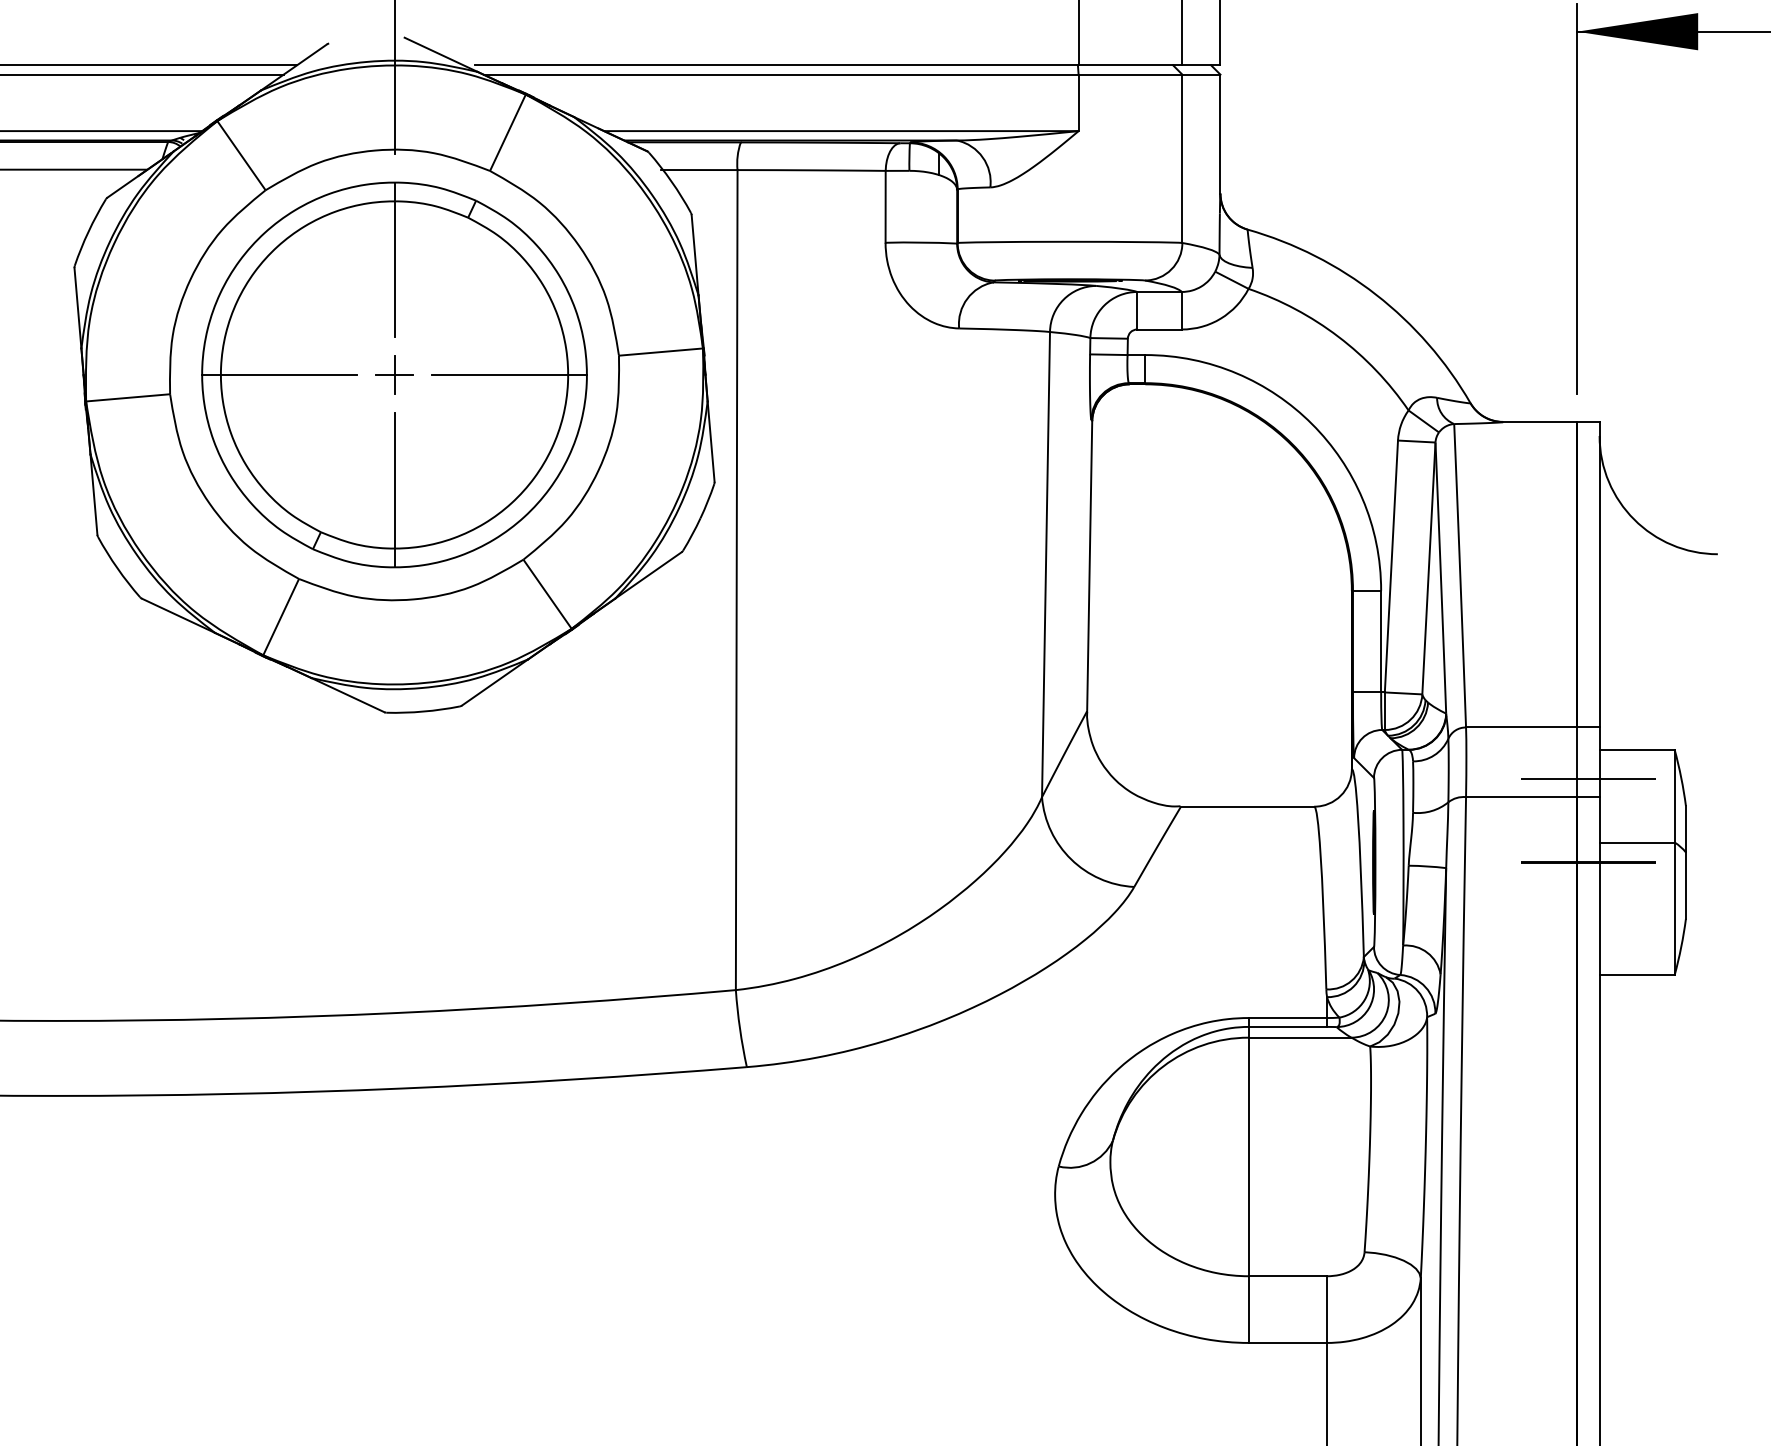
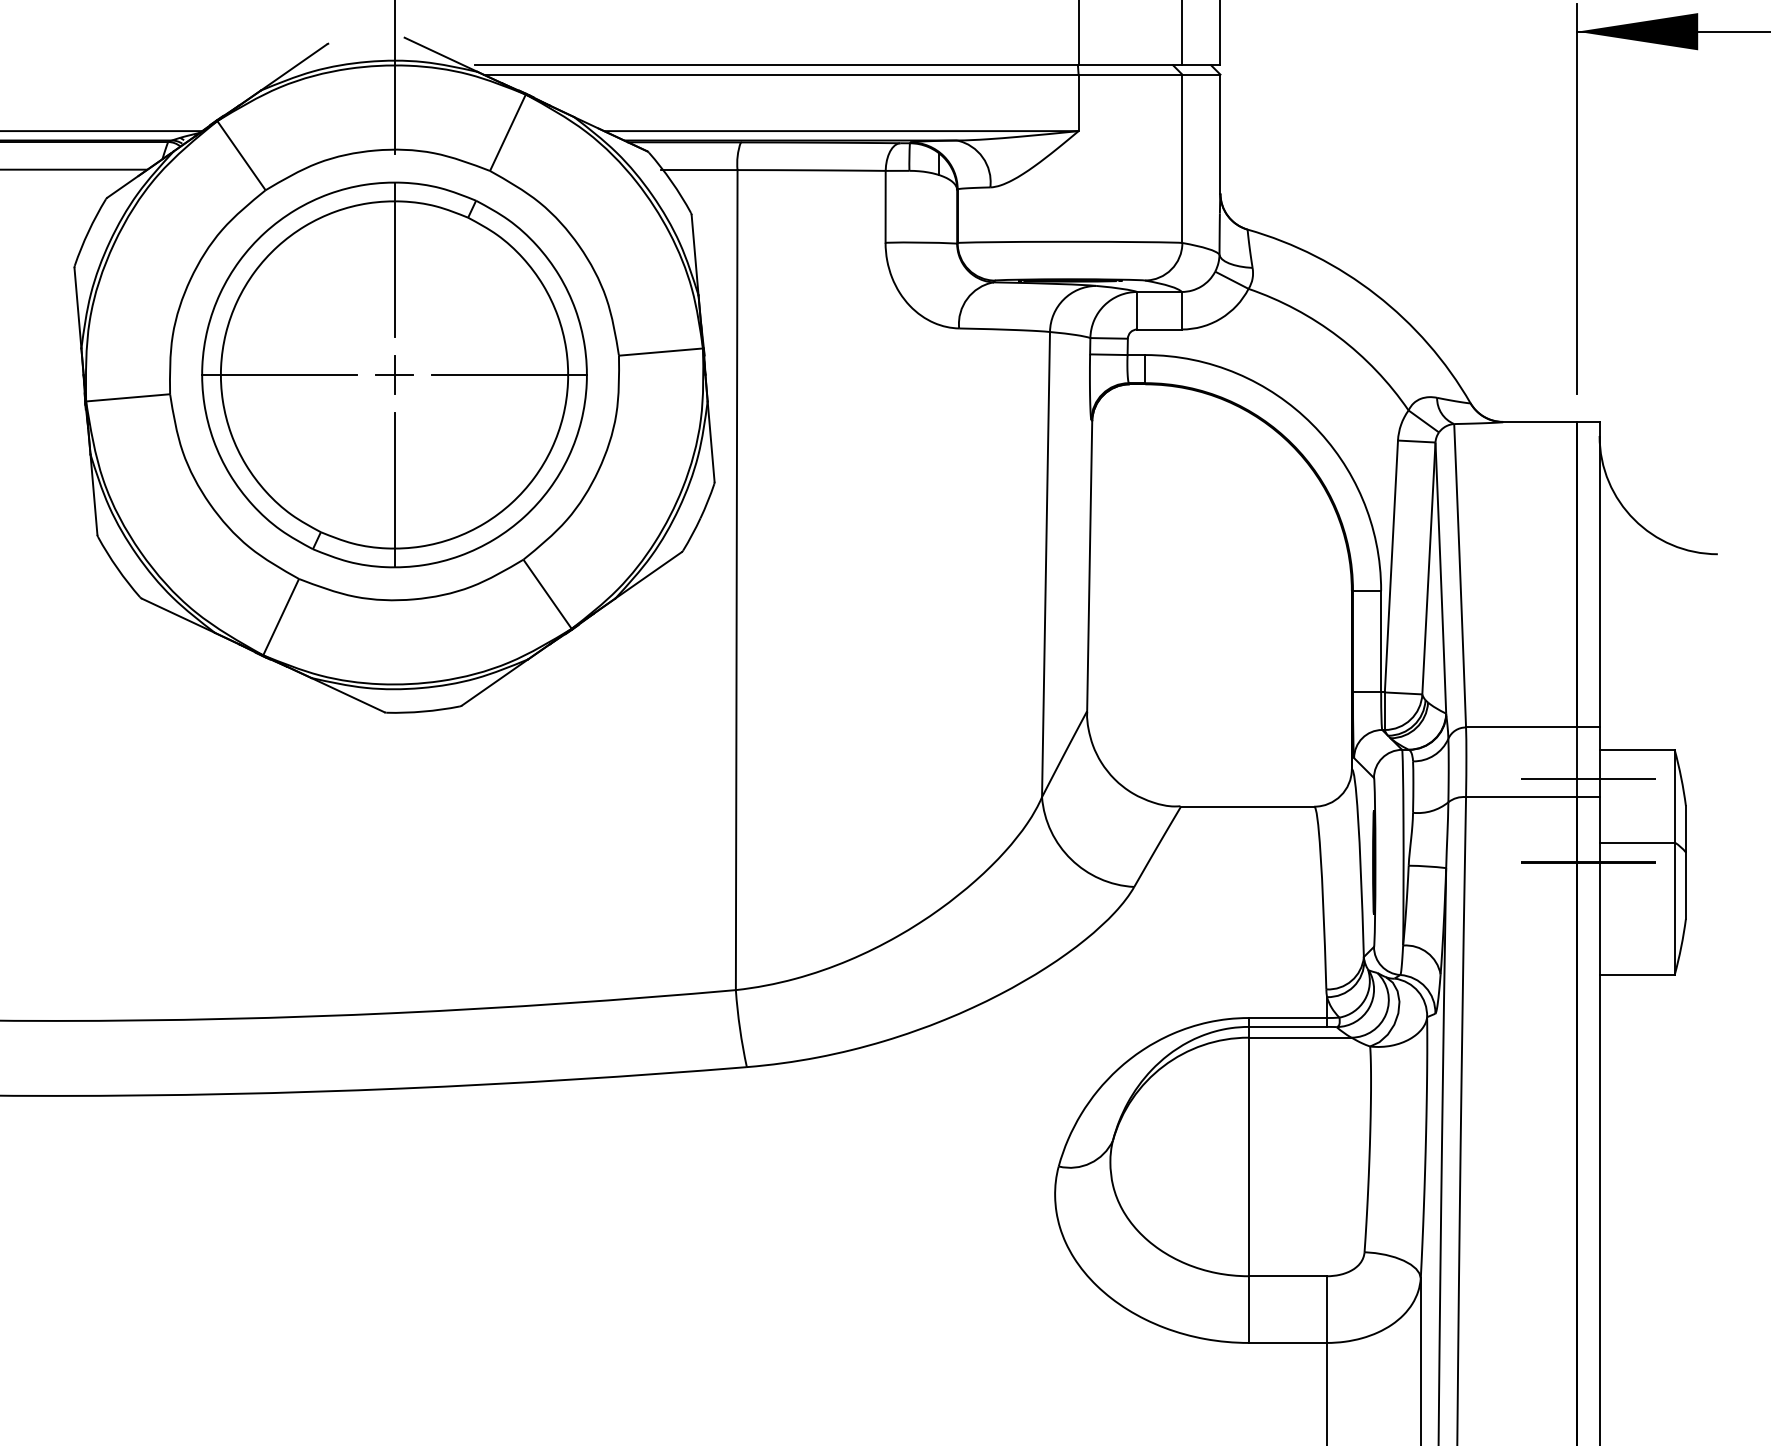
line at (149, 65): present -> none
line at (142, 74): present -> none
